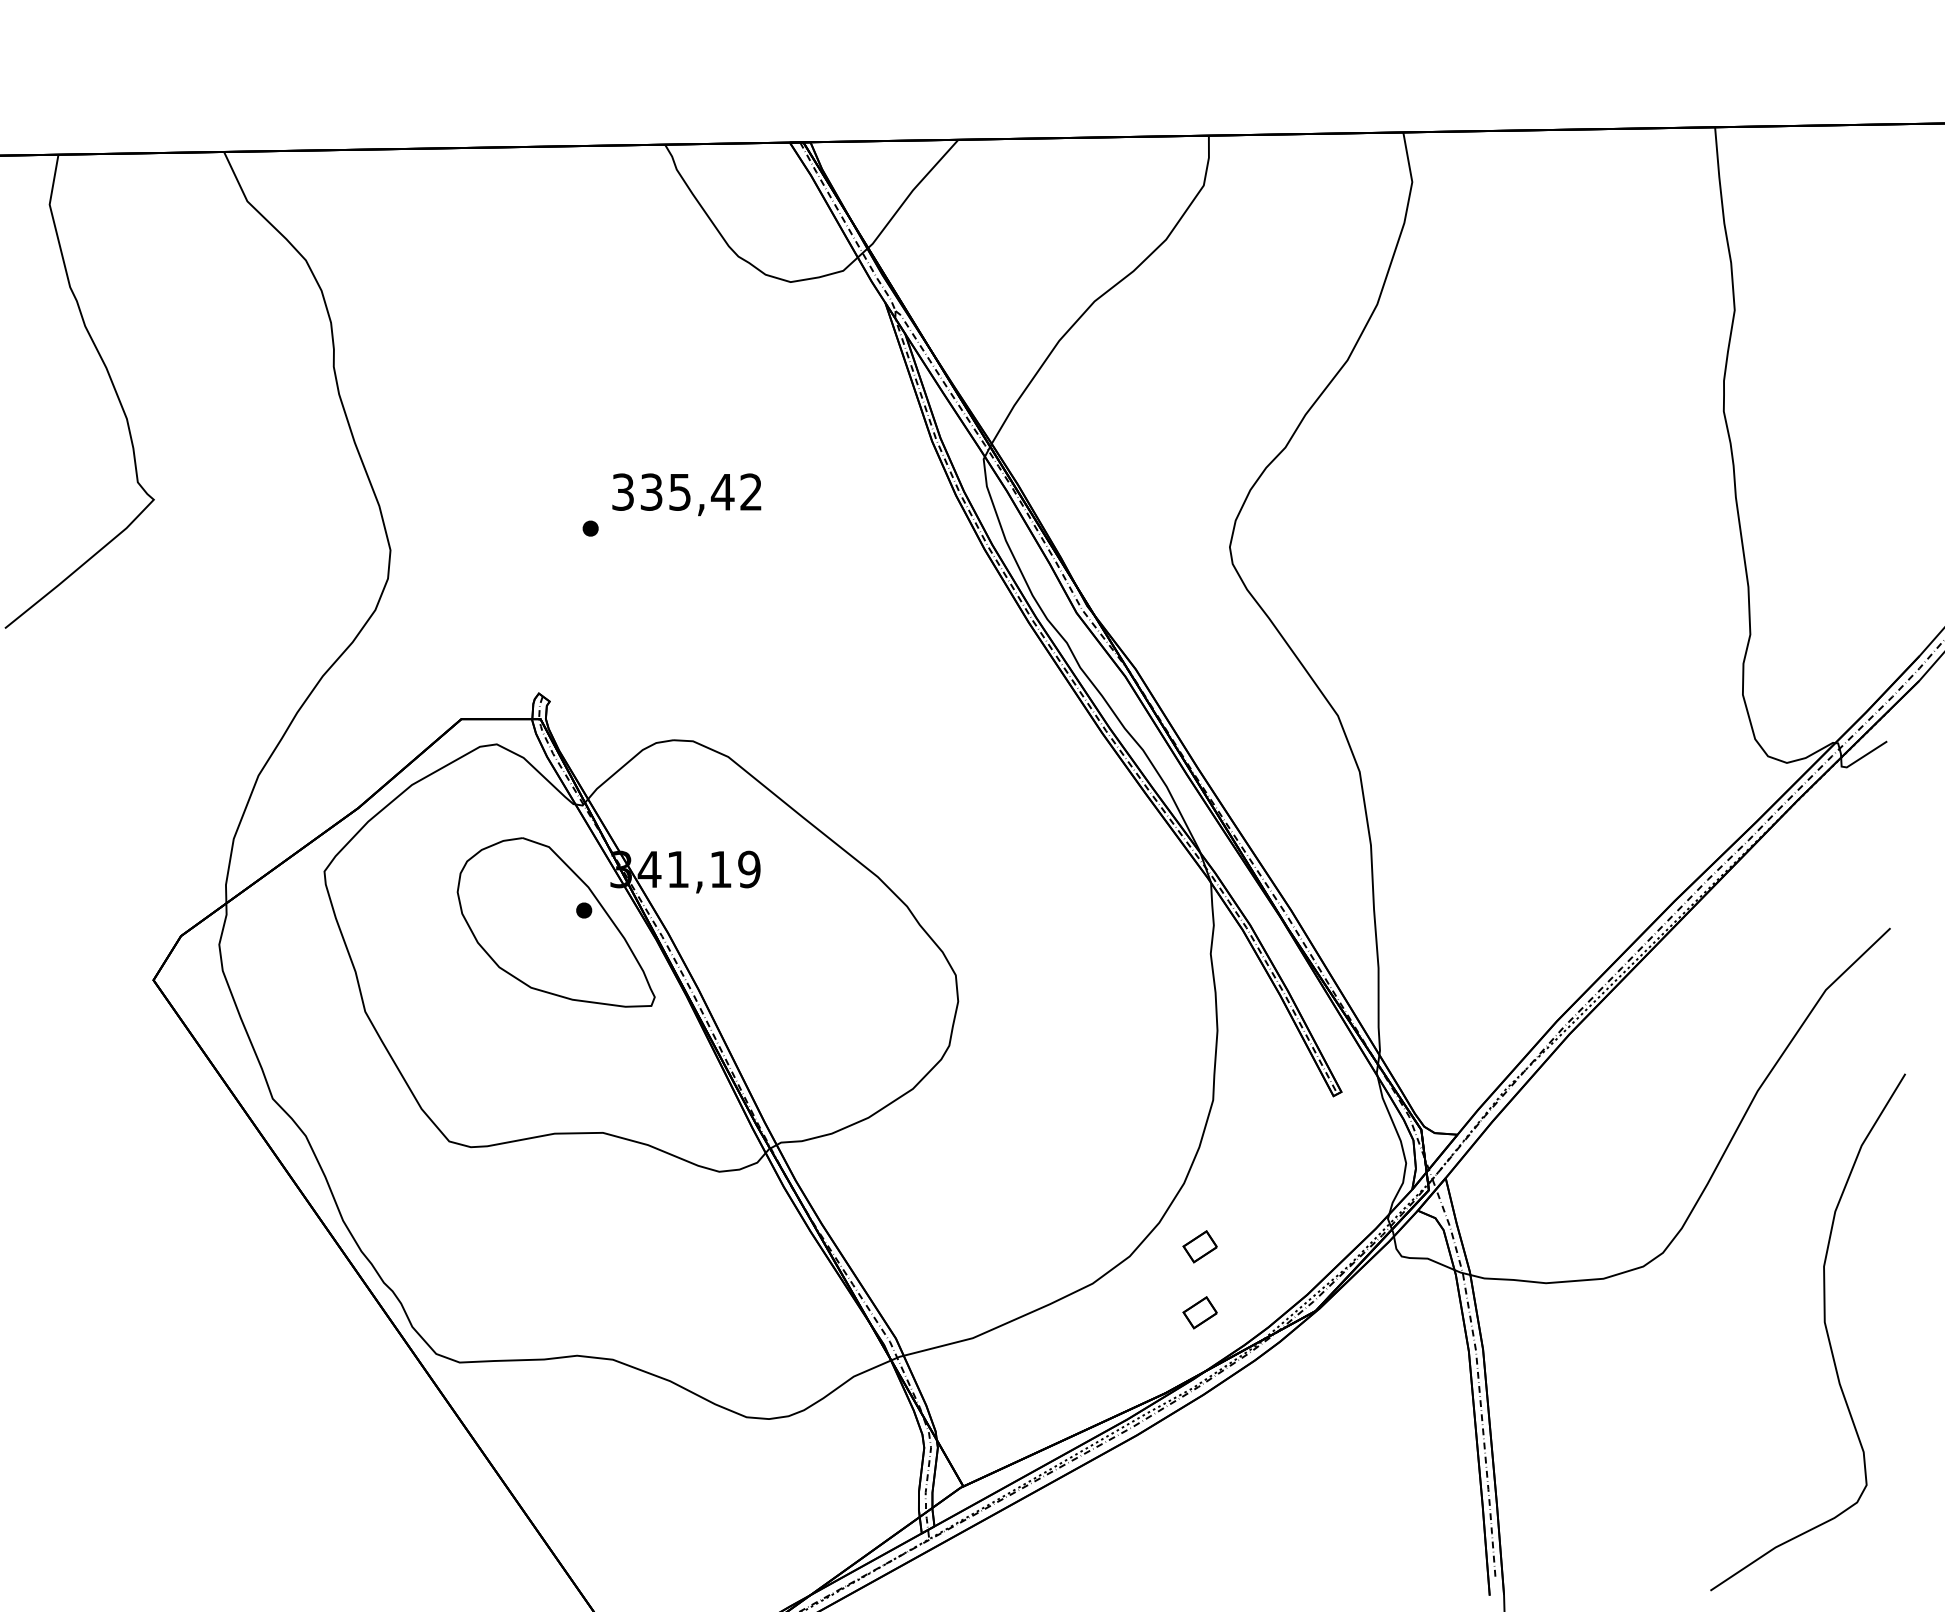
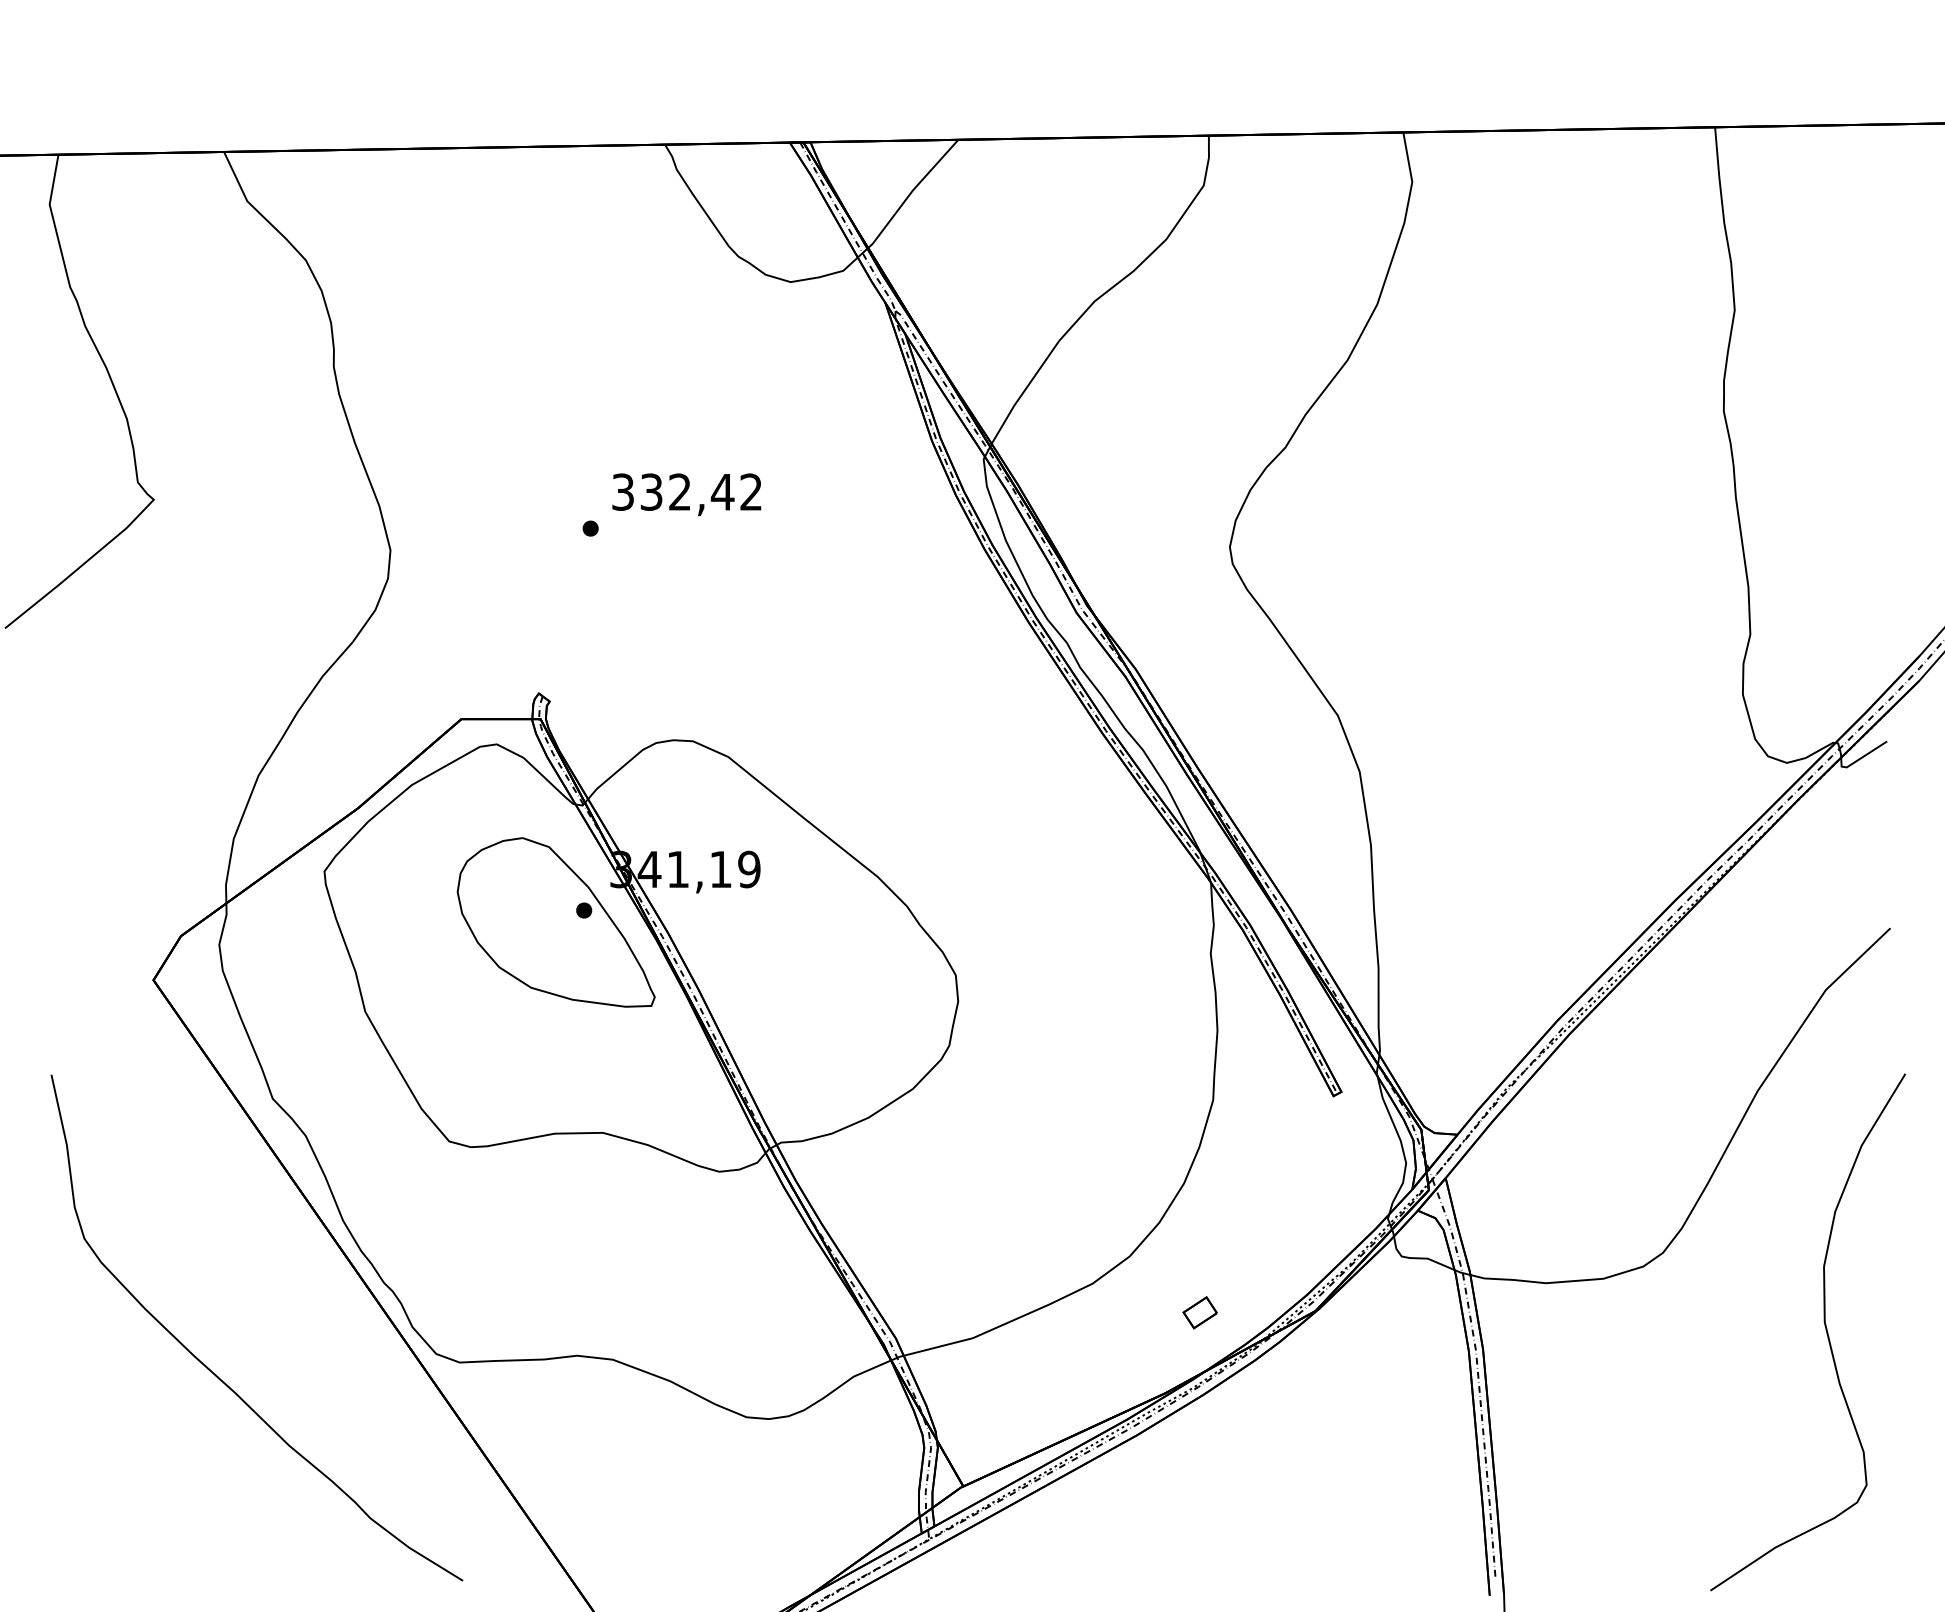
text at (679, 491): 335,42 -> 332,42
part at (1199, 1246): present -> none
curve at (215, 1373): none -> present
